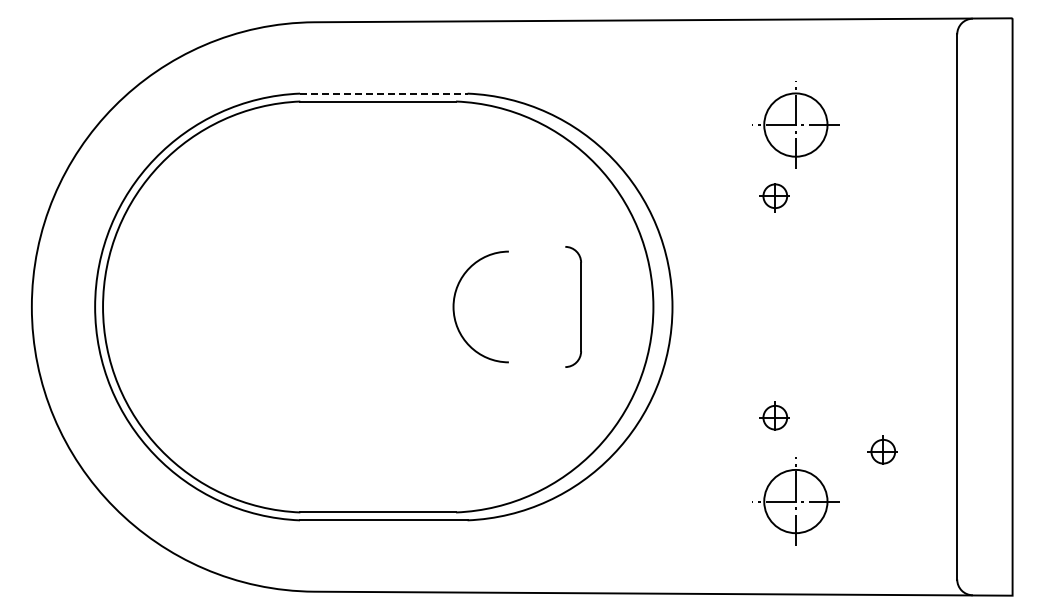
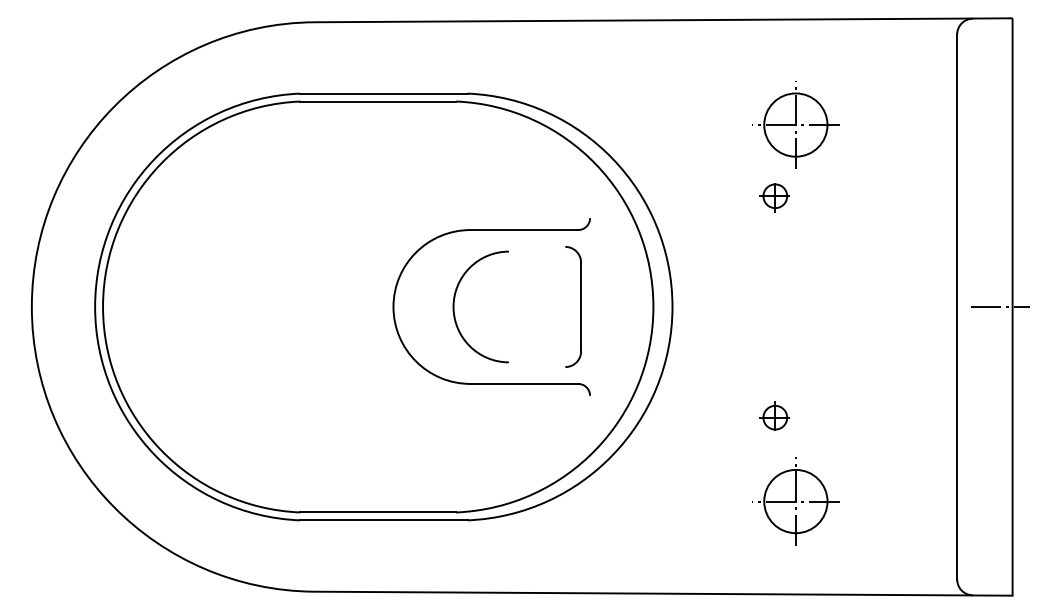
line at (383, 93): dashed -> solid
part at (491, 230): none -> present
line at (1000, 307): none -> present
part at (882, 449): present -> none
